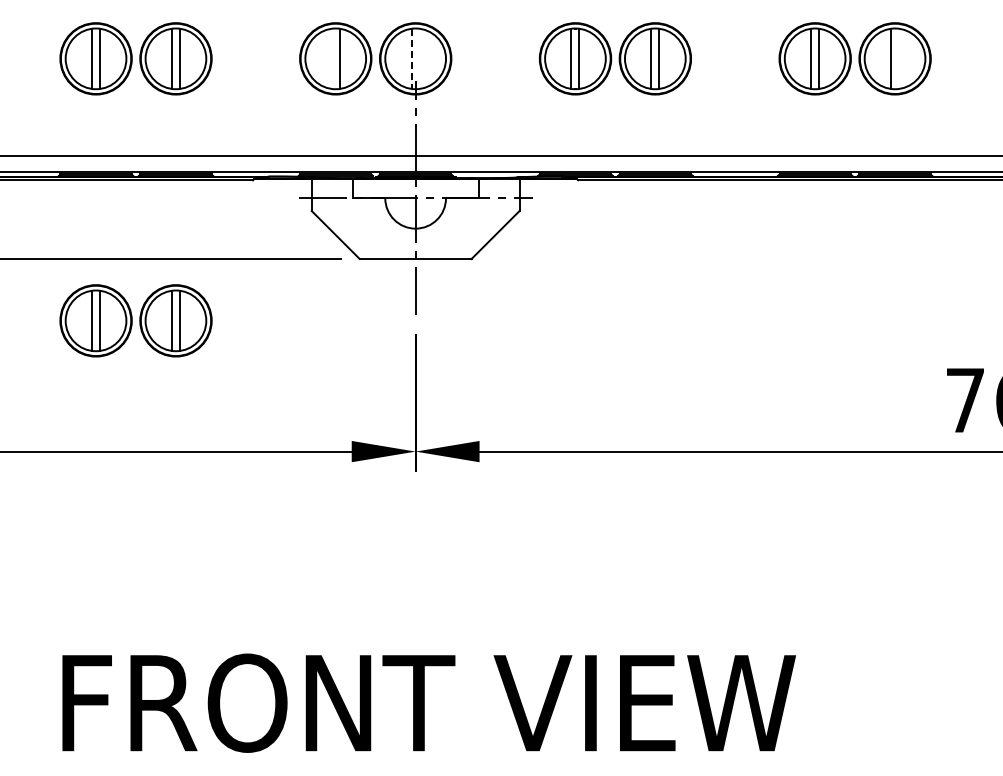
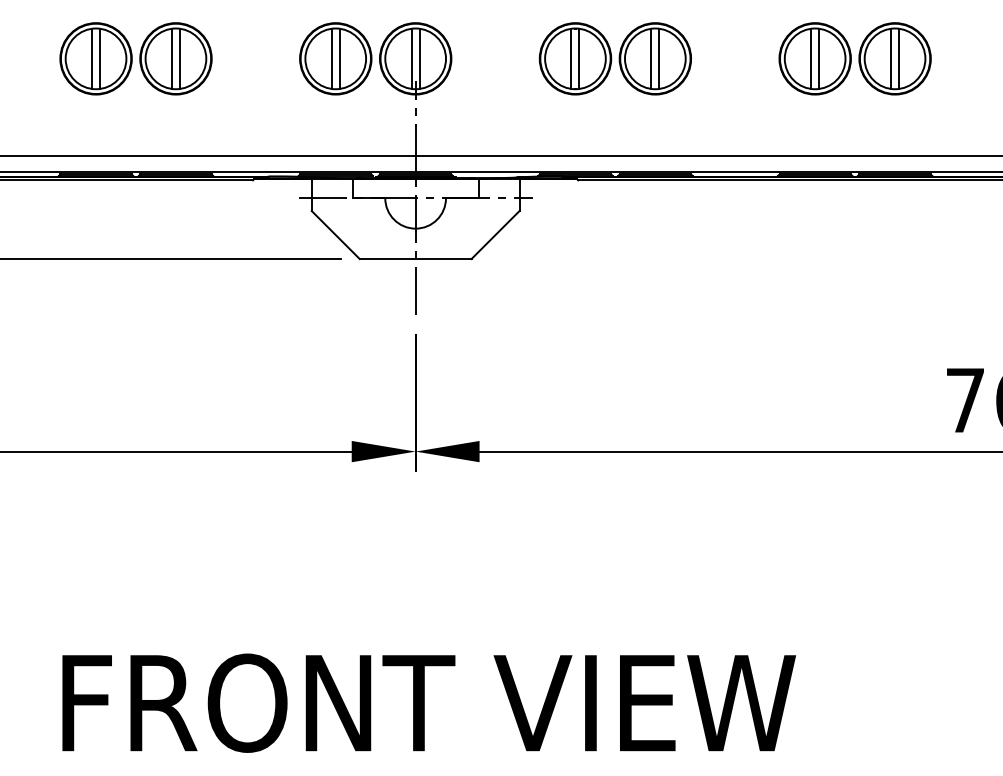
line at (331, 58): none -> present
line at (419, 58): none -> present
line at (899, 58): none -> present
line at (411, 59): dashed -> solid
part at (135, 320): present -> none
